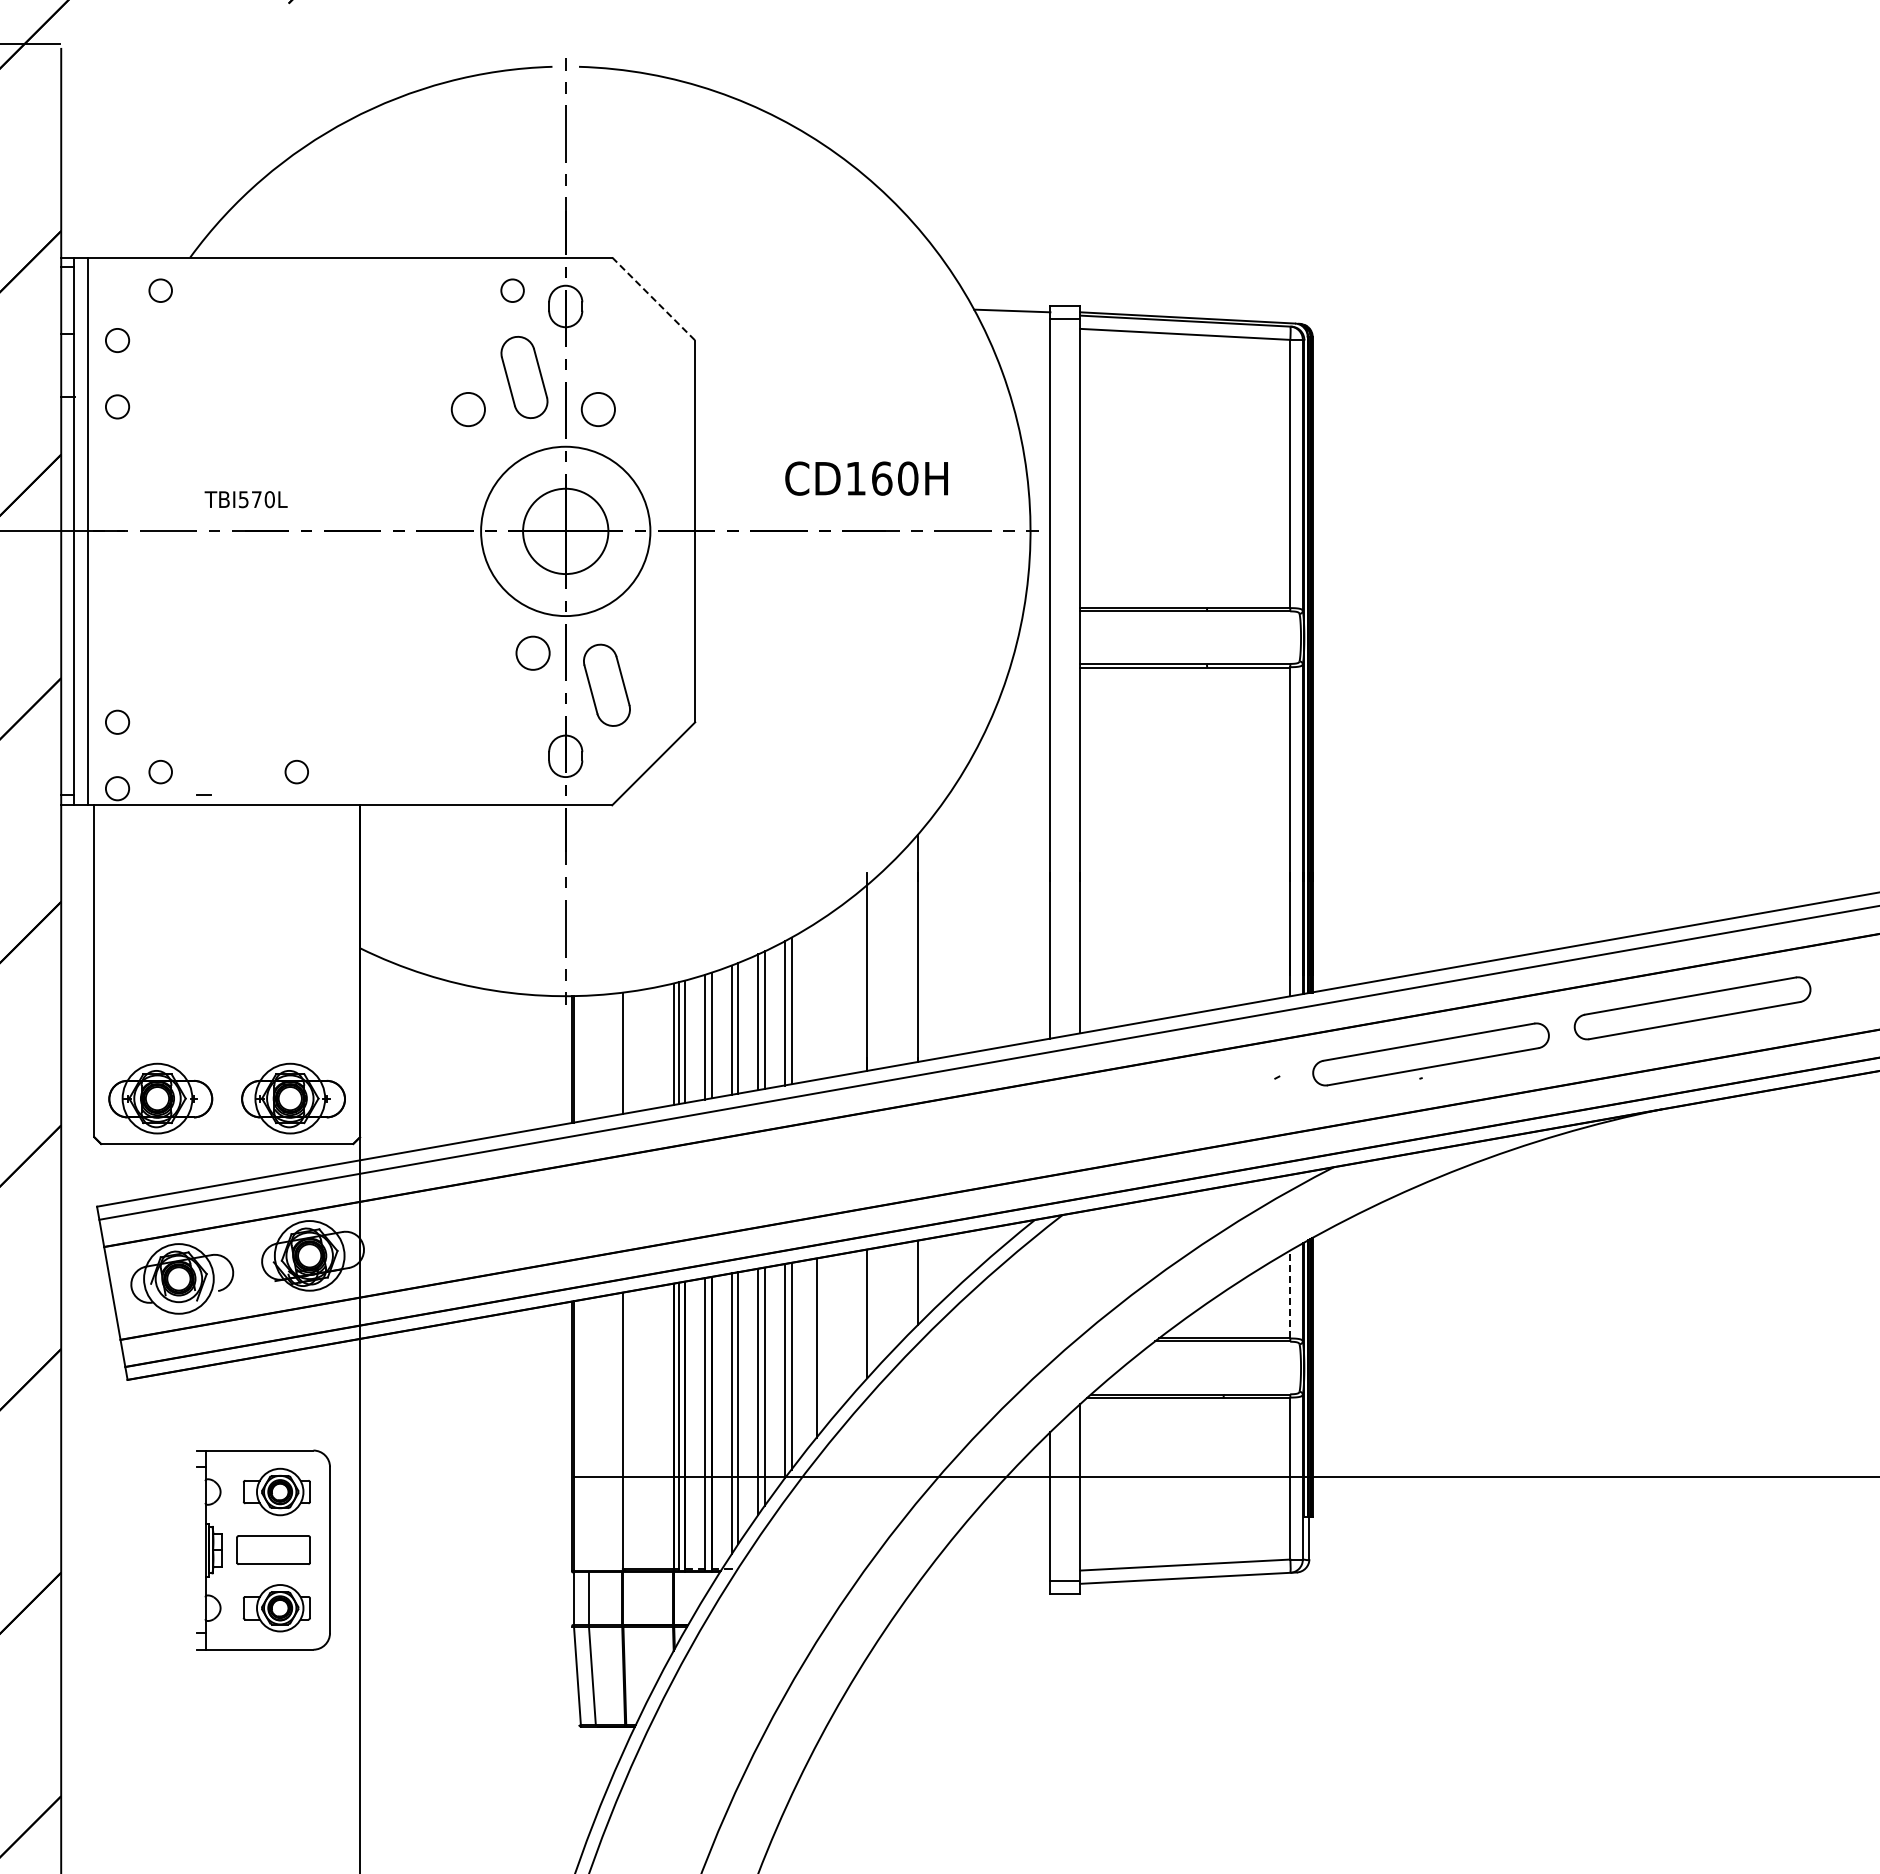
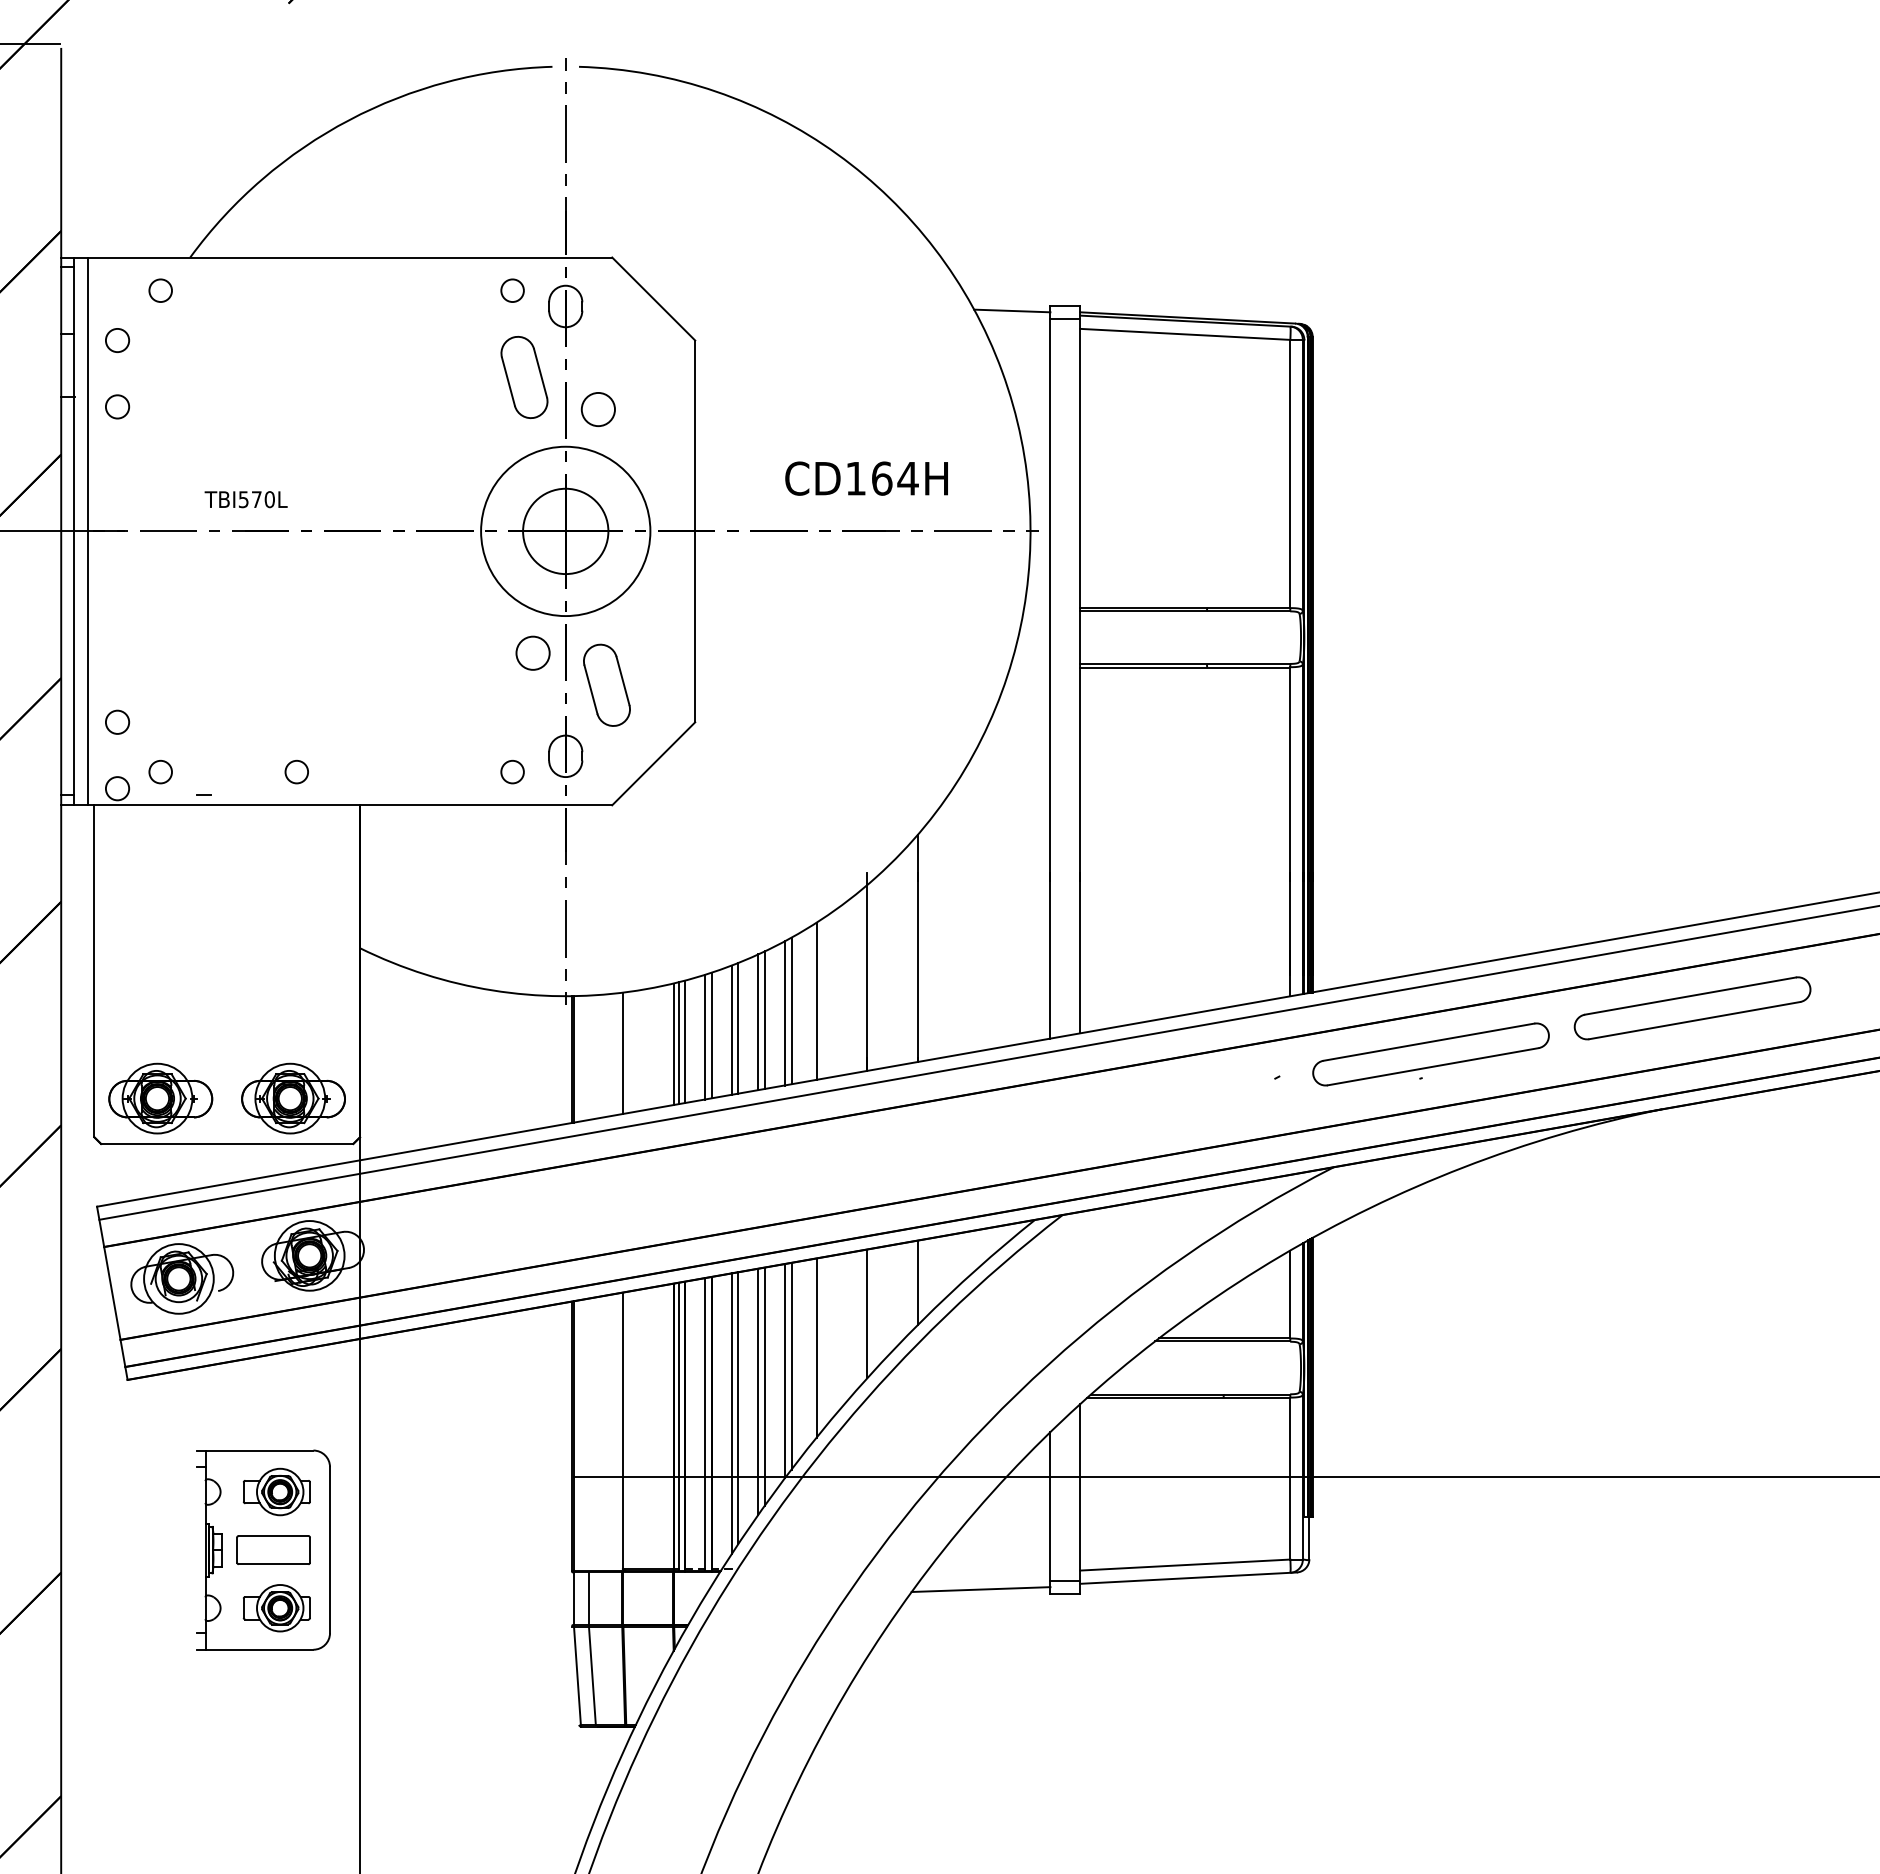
line at (653, 299): dashed -> solid
circle at (467, 409): present -> none
text at (907, 478): CD160H -> CD164H
circle at (512, 771): none -> present
line at (816, 1001): none -> present
line at (1290, 1294): dashed -> solid
line at (980, 1589): none -> present
